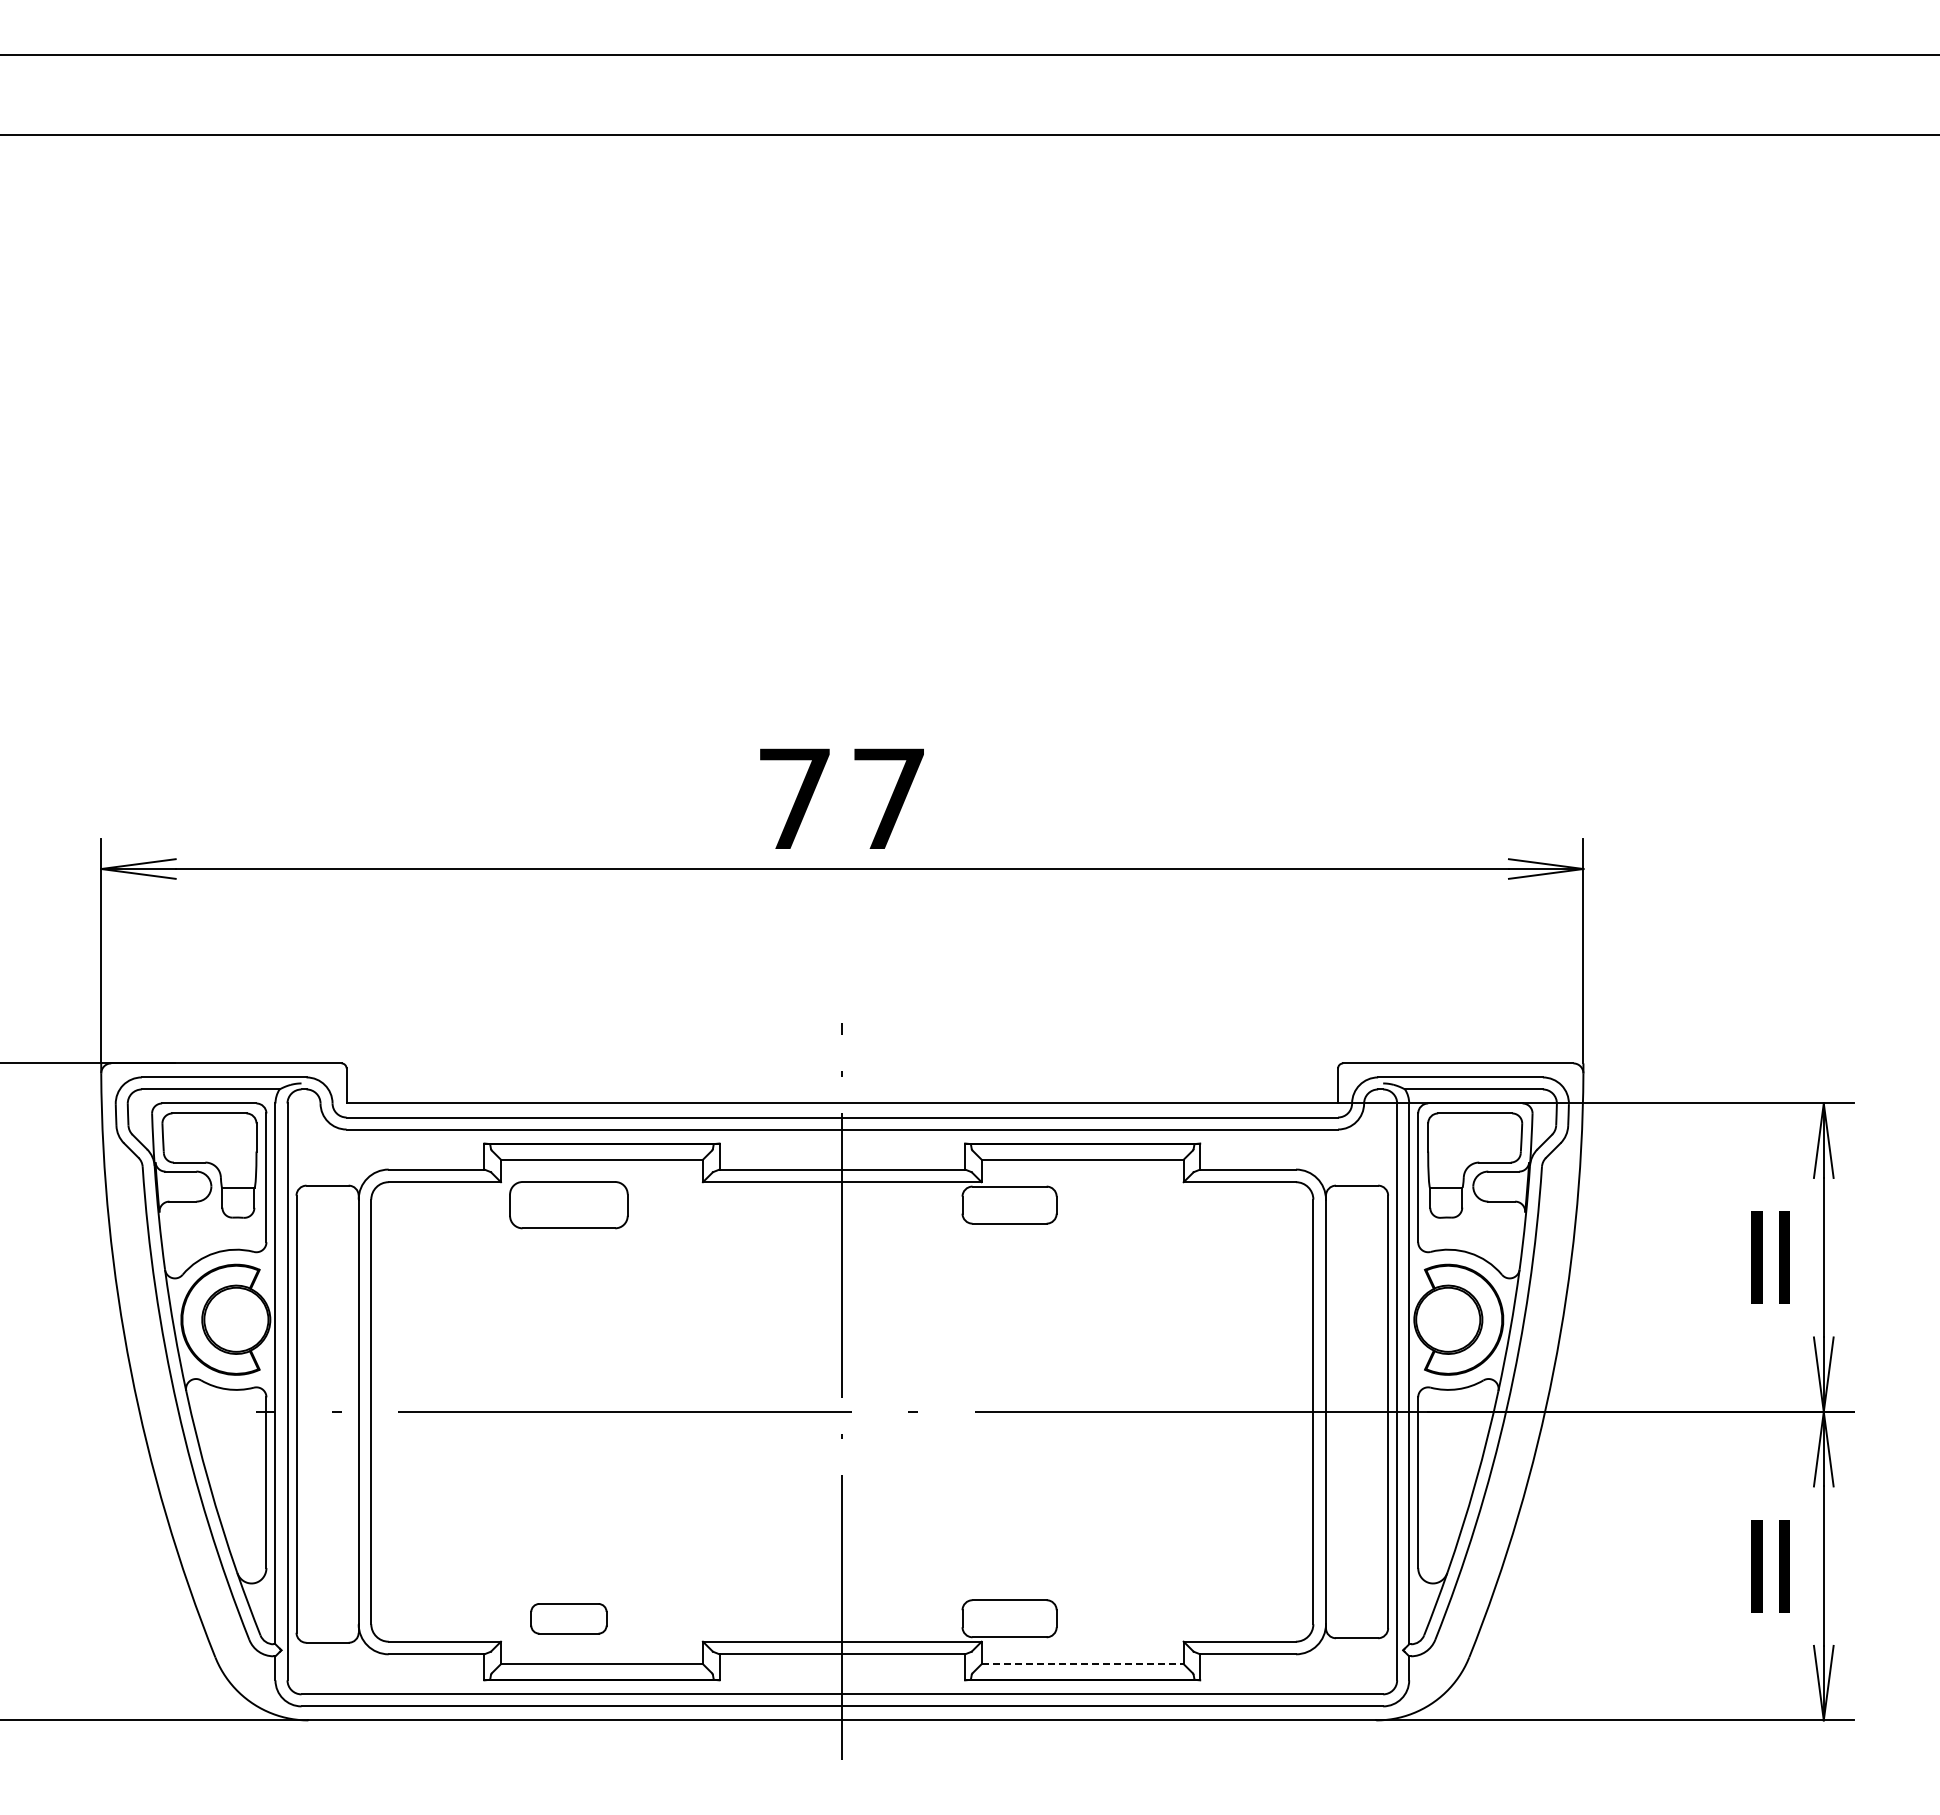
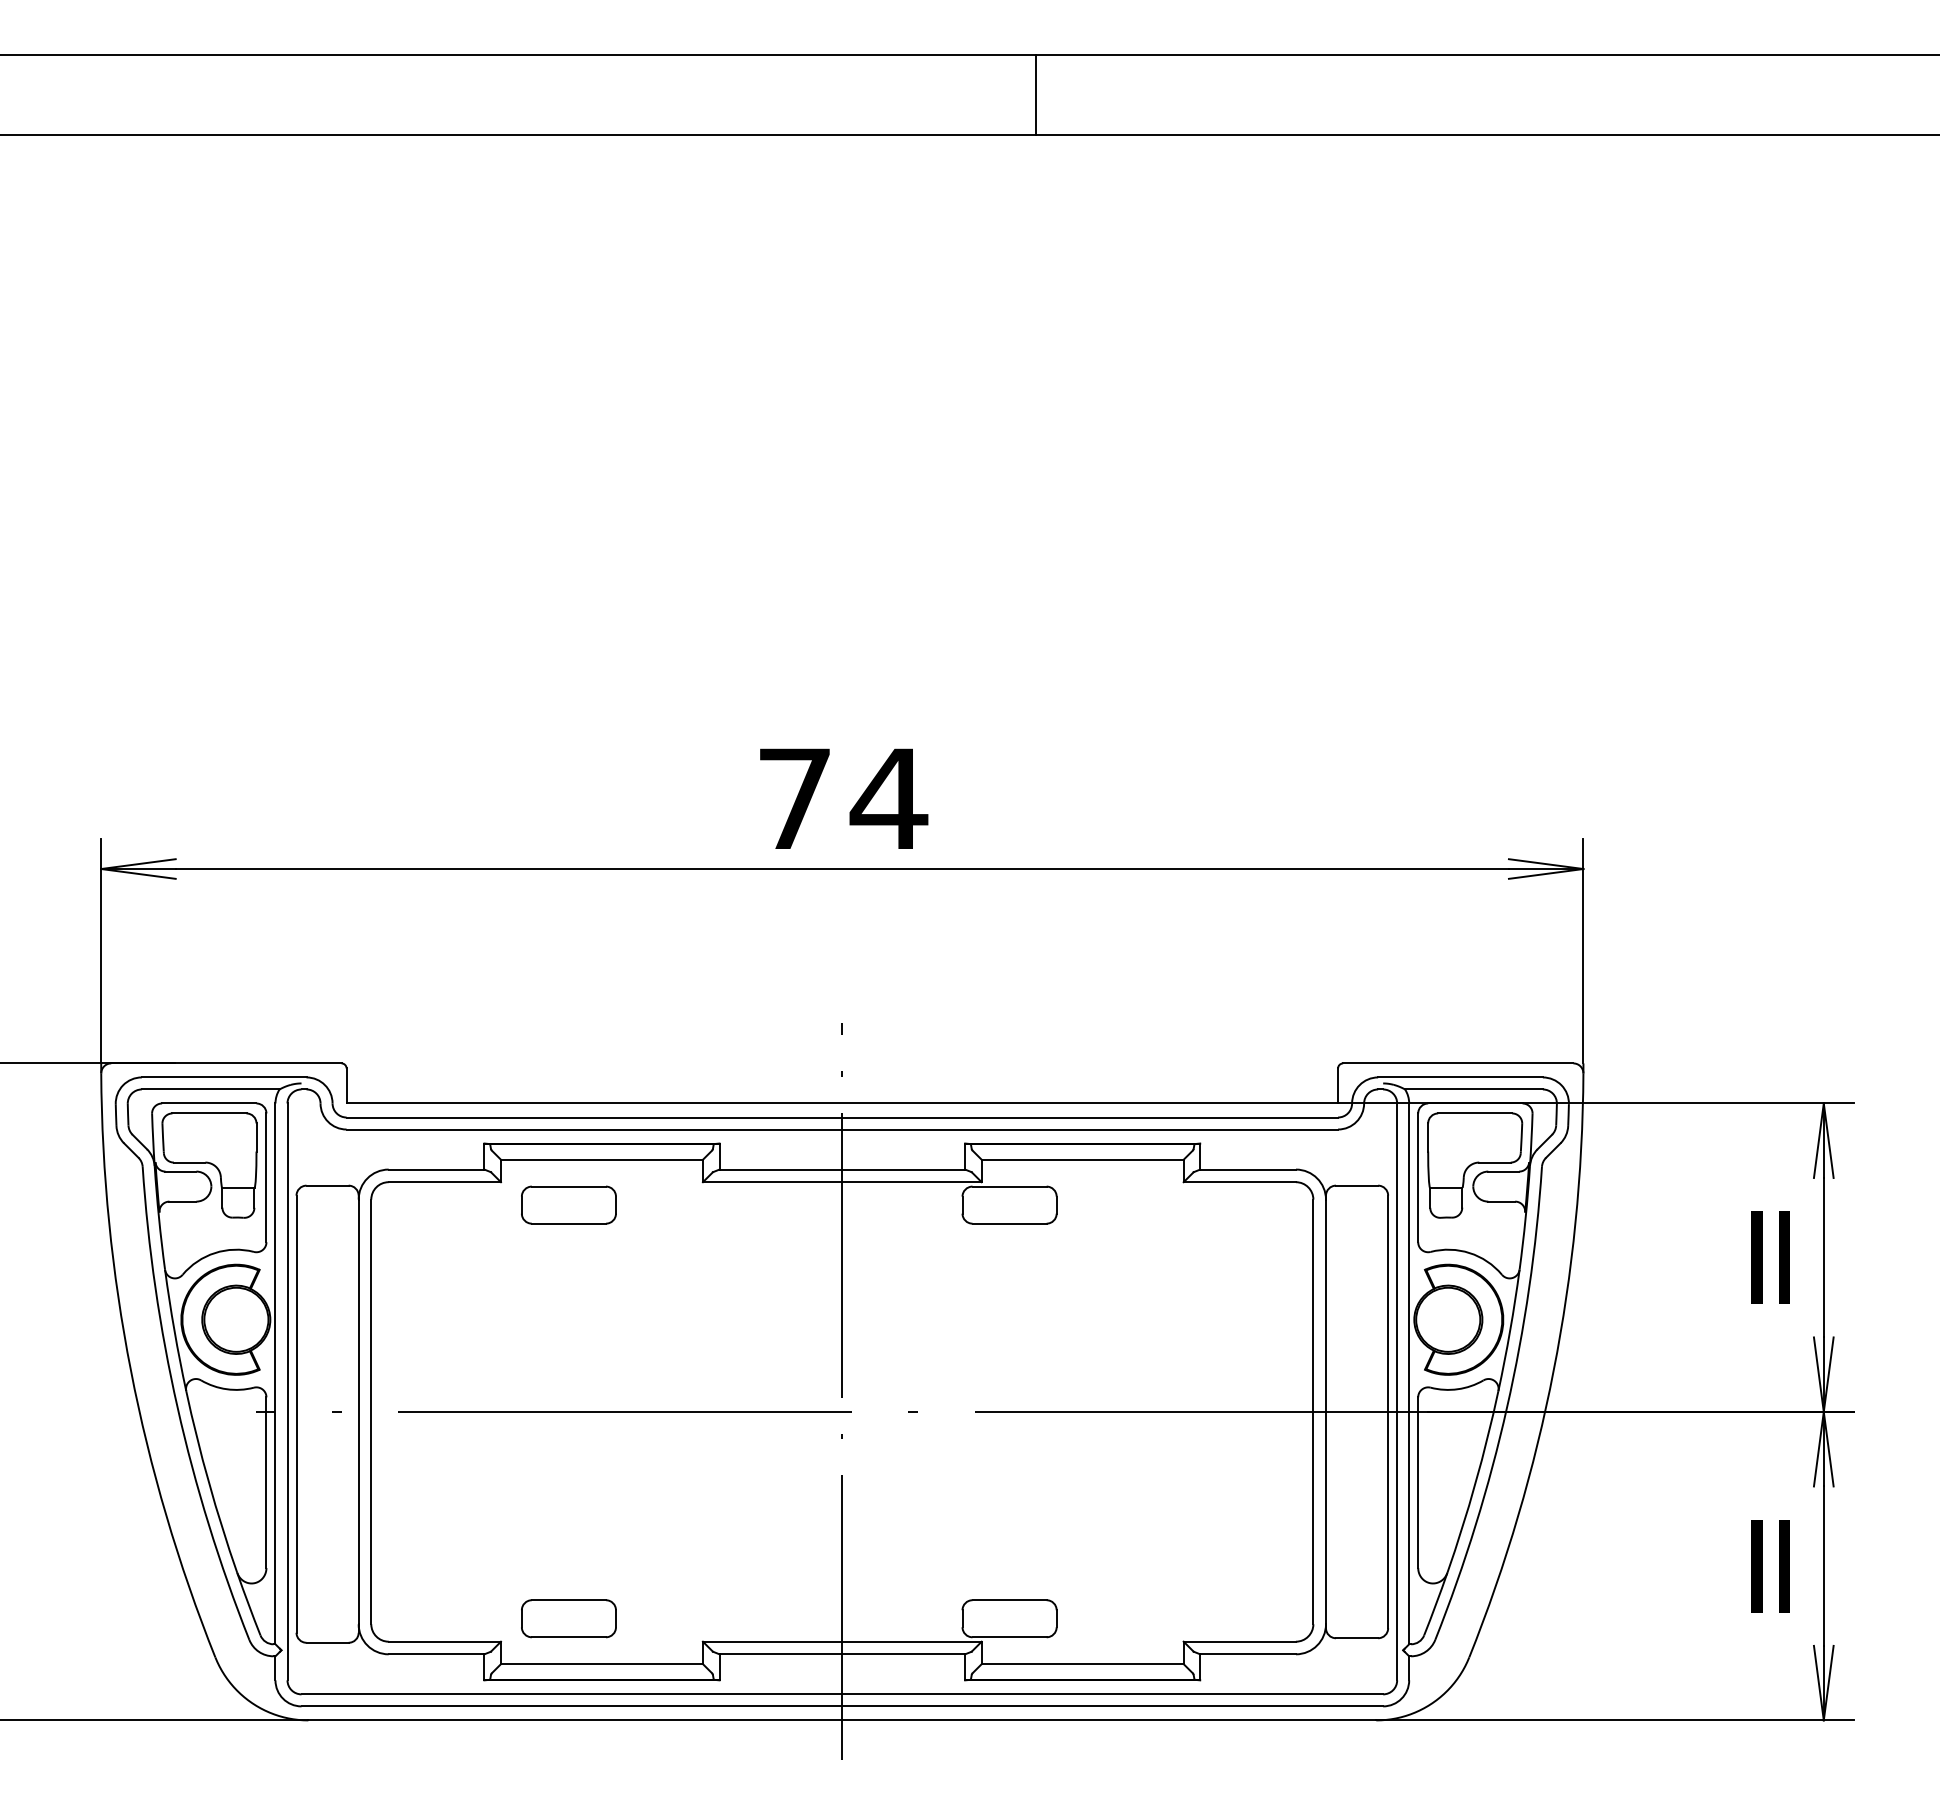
line at (1036, 94): none -> present
text at (888, 798): 77 -> 74
part at (568, 1205) size: 120x49 px -> 96x40 px
part at (568, 1618) size: 78x32 px -> 96x40 px
line at (1082, 1664): dashed -> solid
